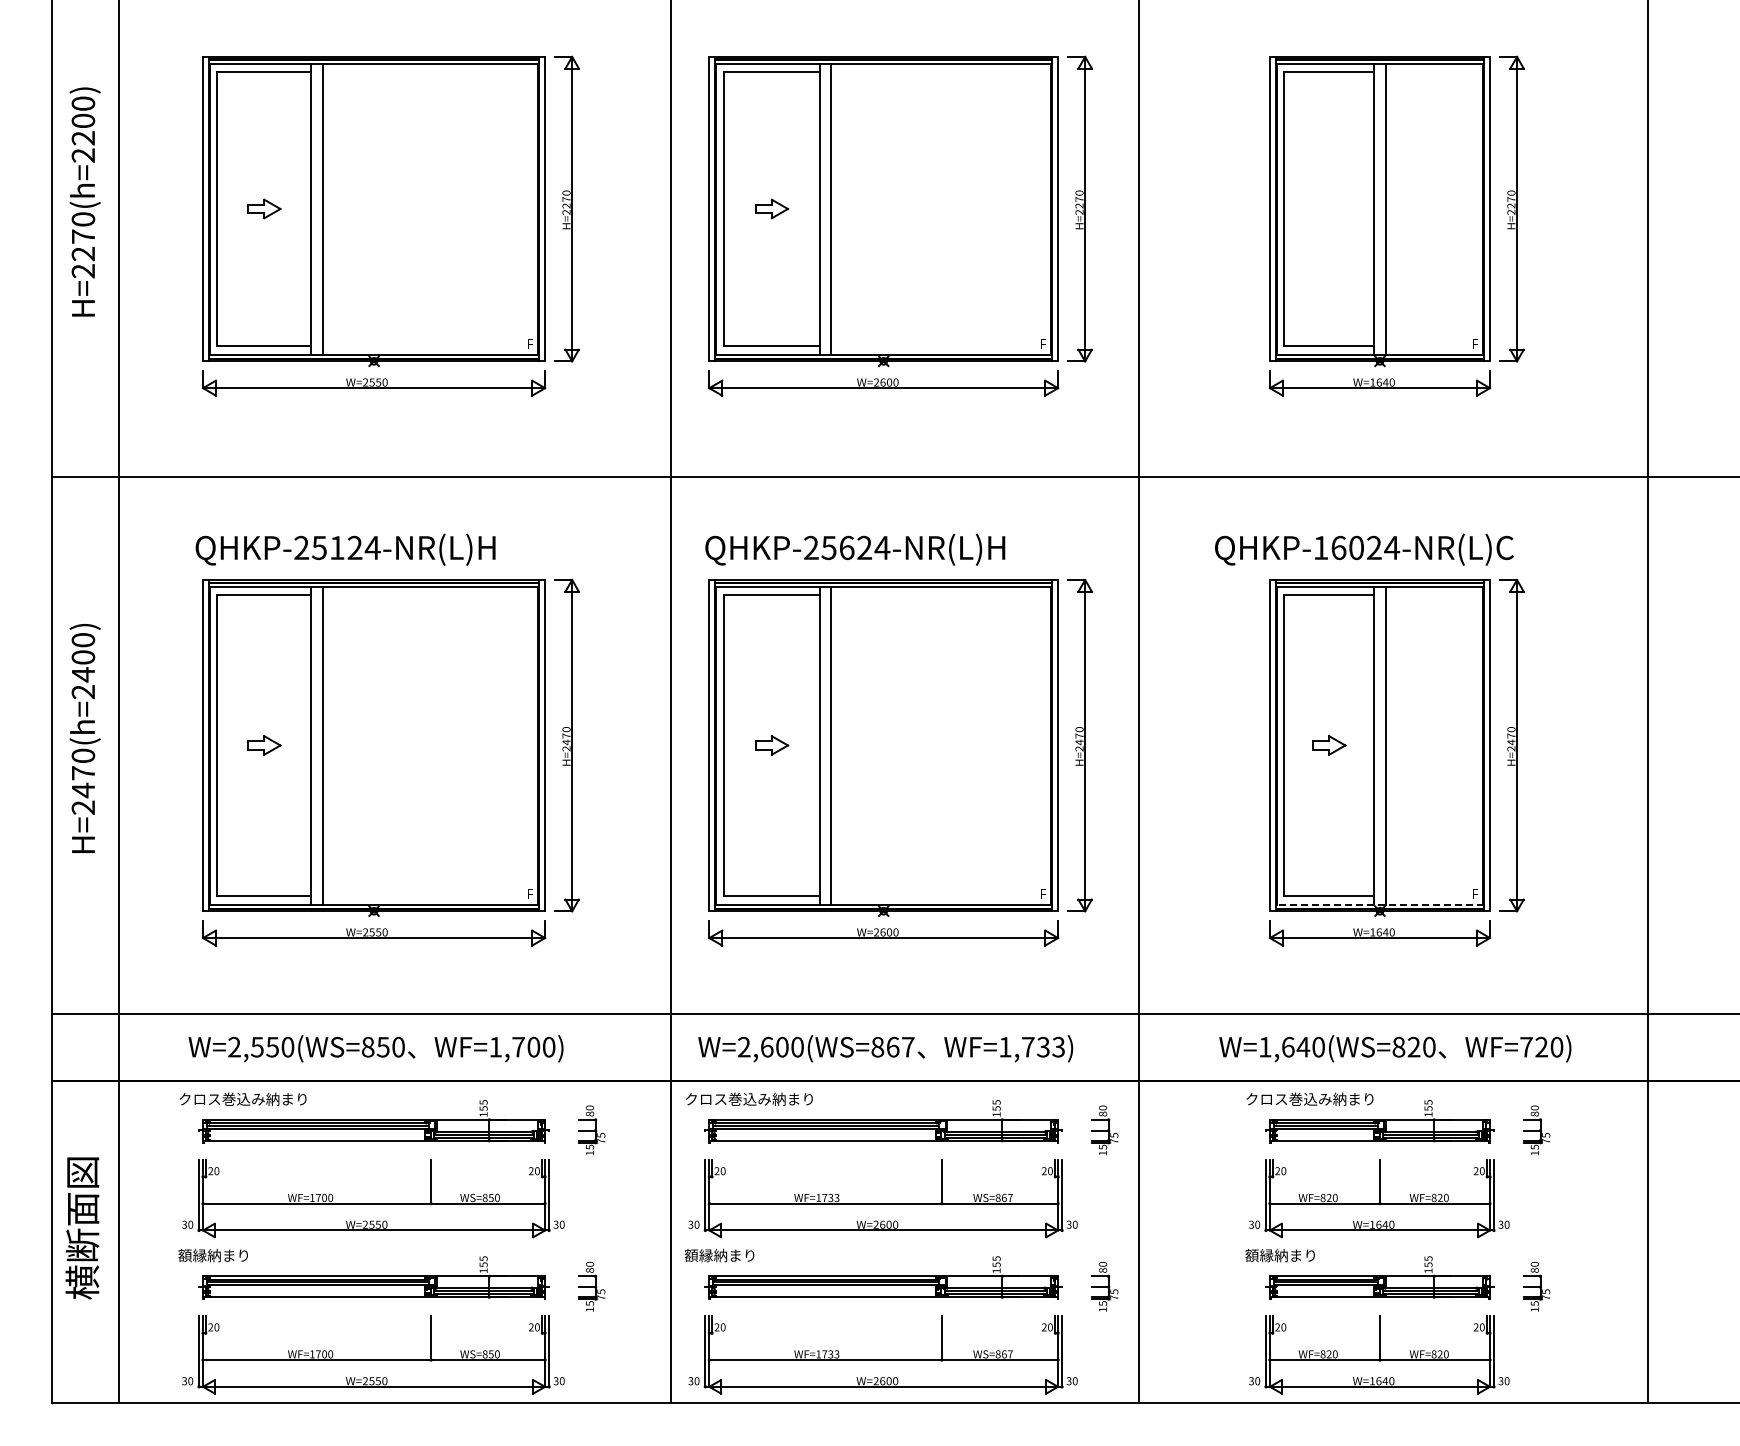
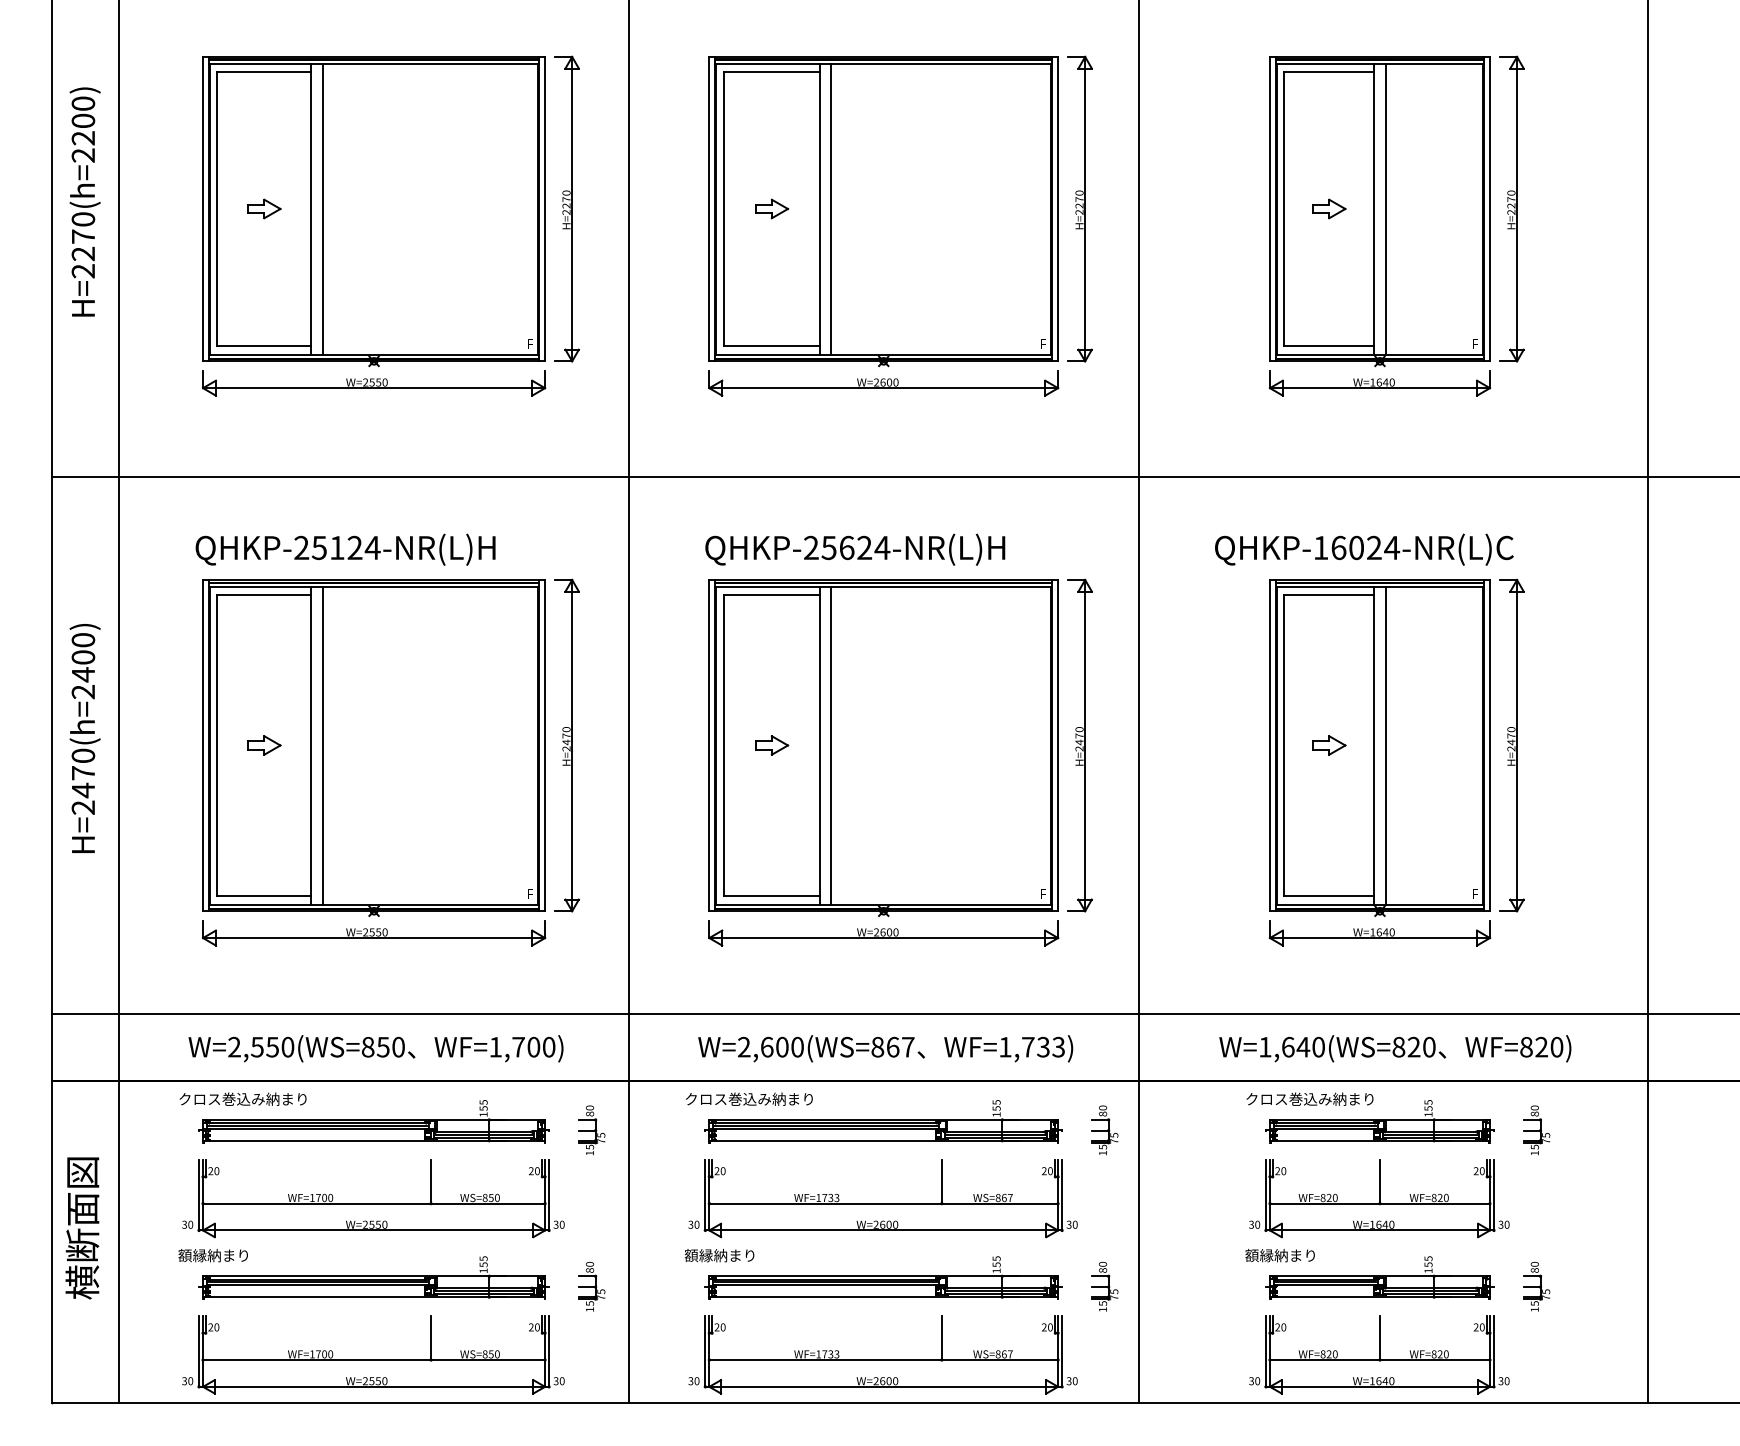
part at (1329, 208): none -> present
line at (670, 702) position: (670, 702) -> (628, 702)
line at (1379, 904): dashed -> solid
text at (1526, 1047): WF=720) -> WF=820)
